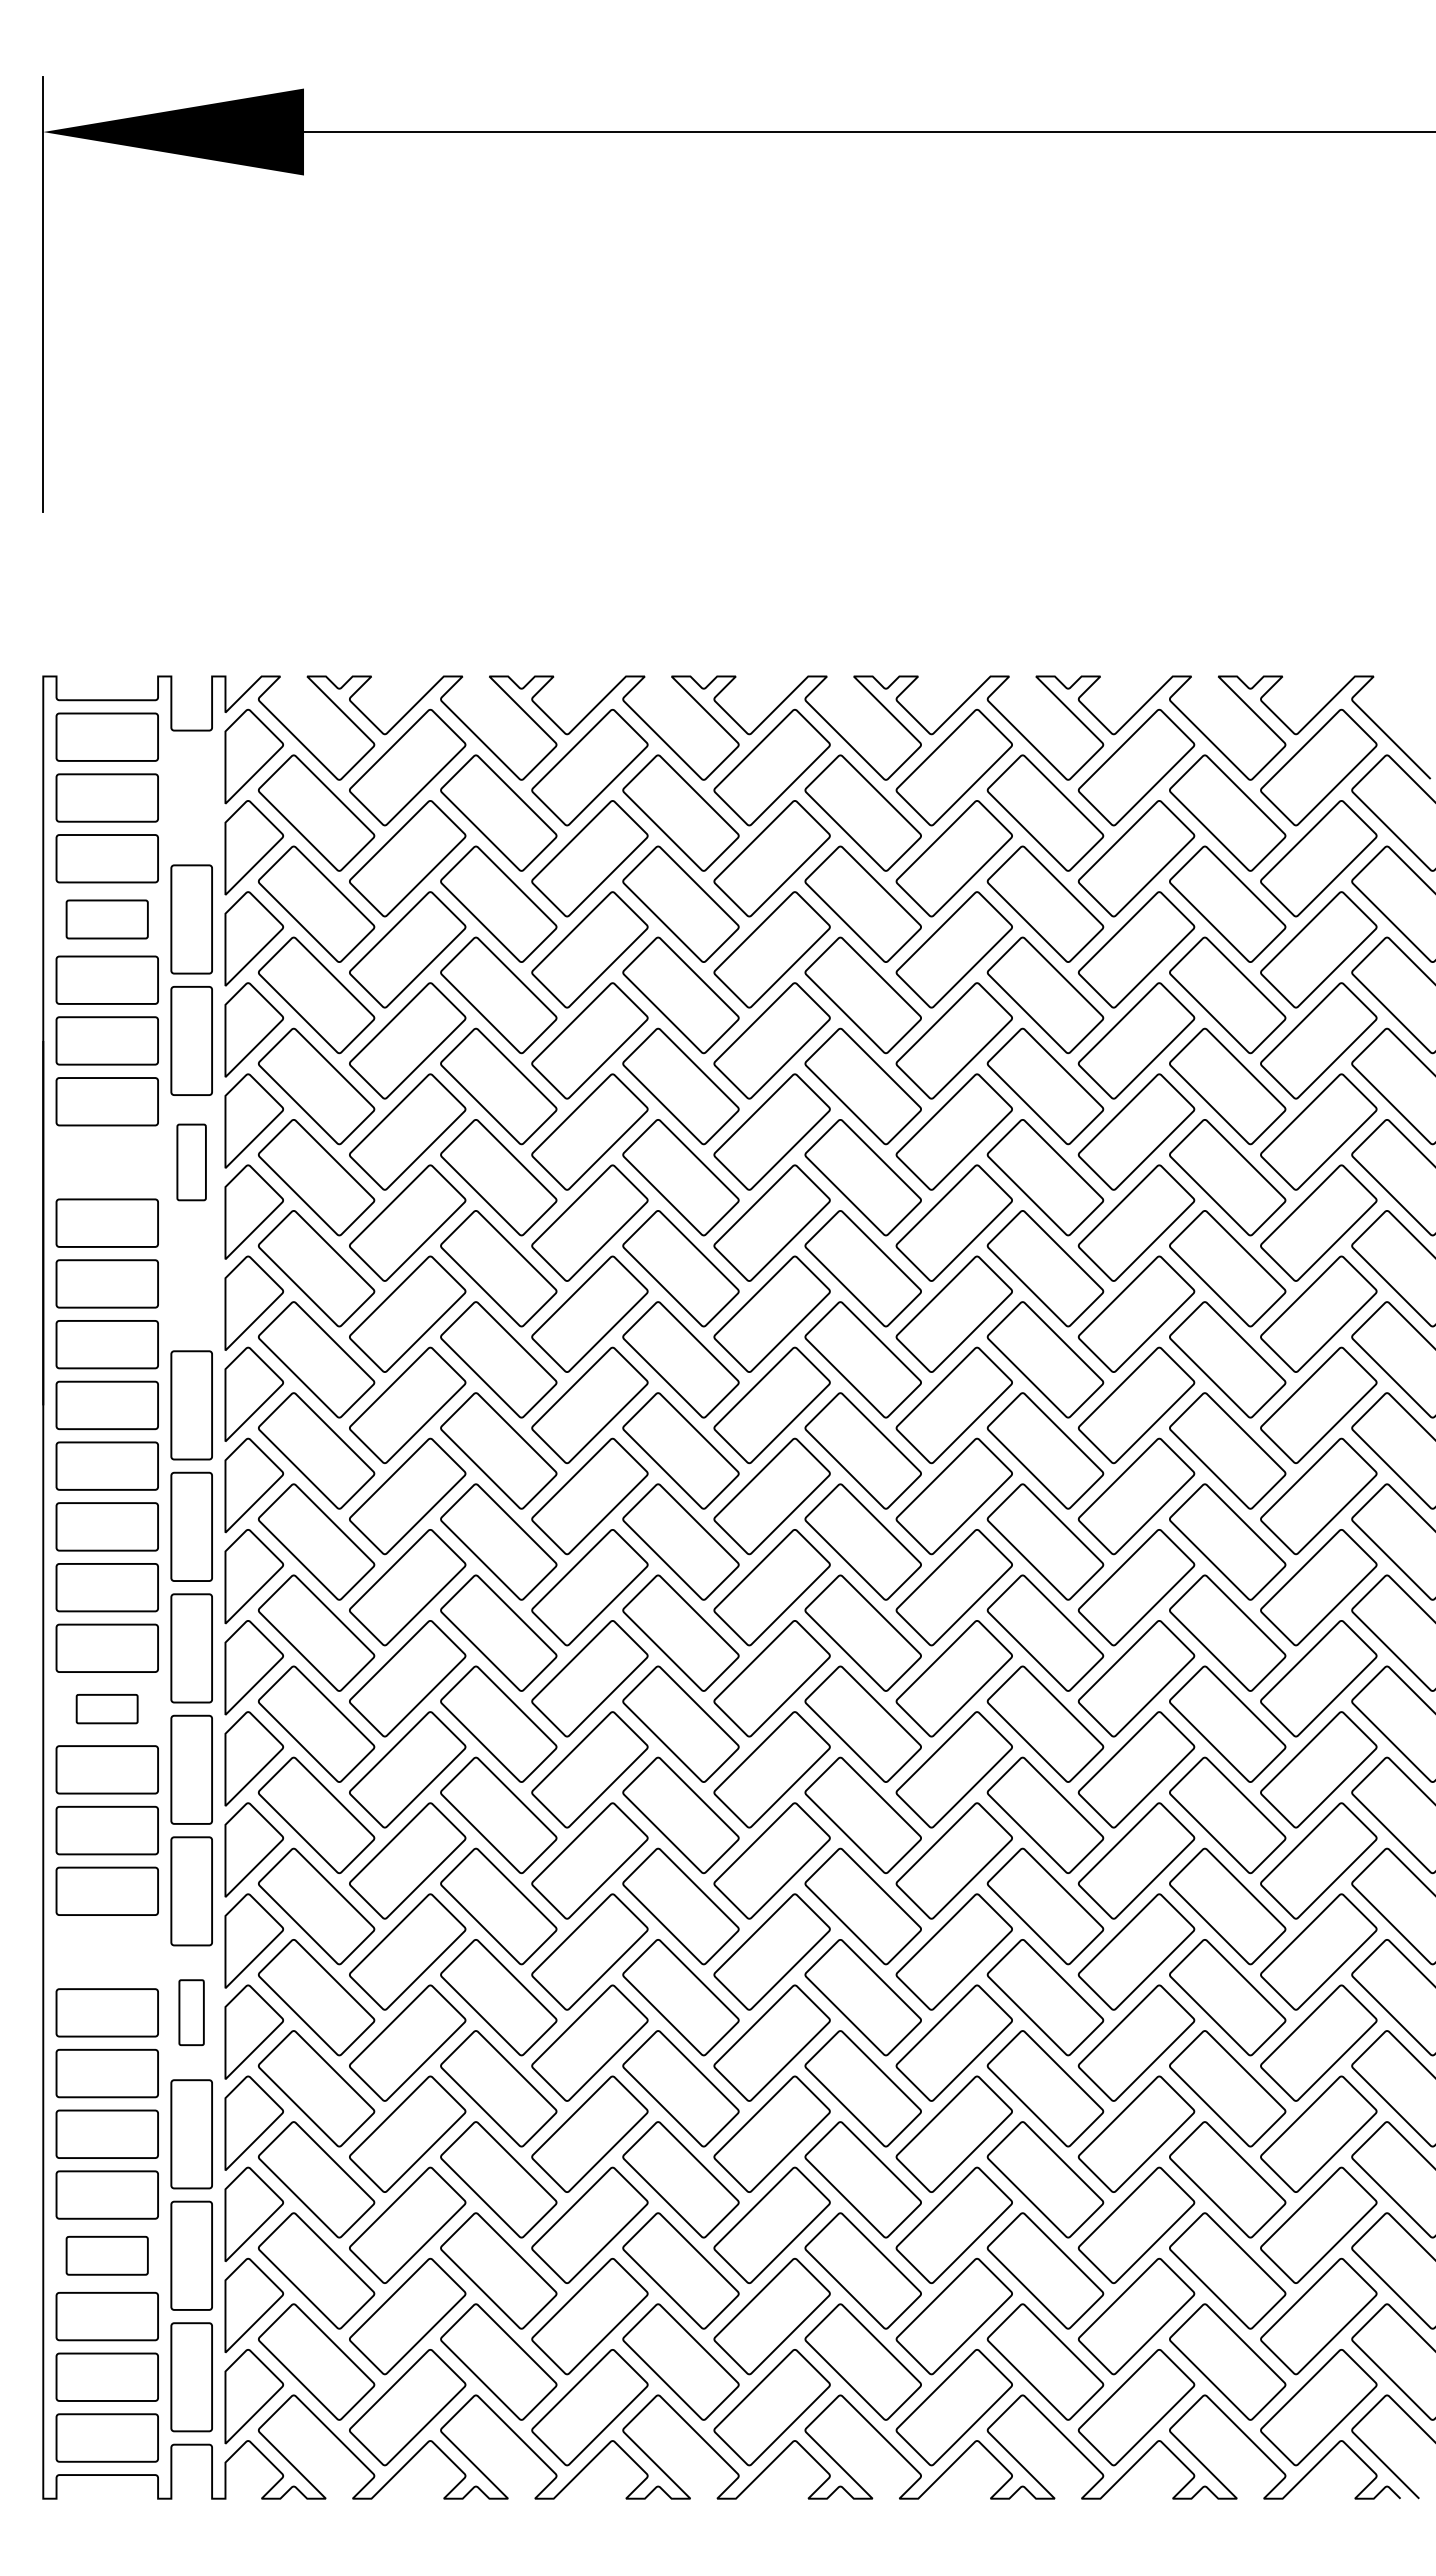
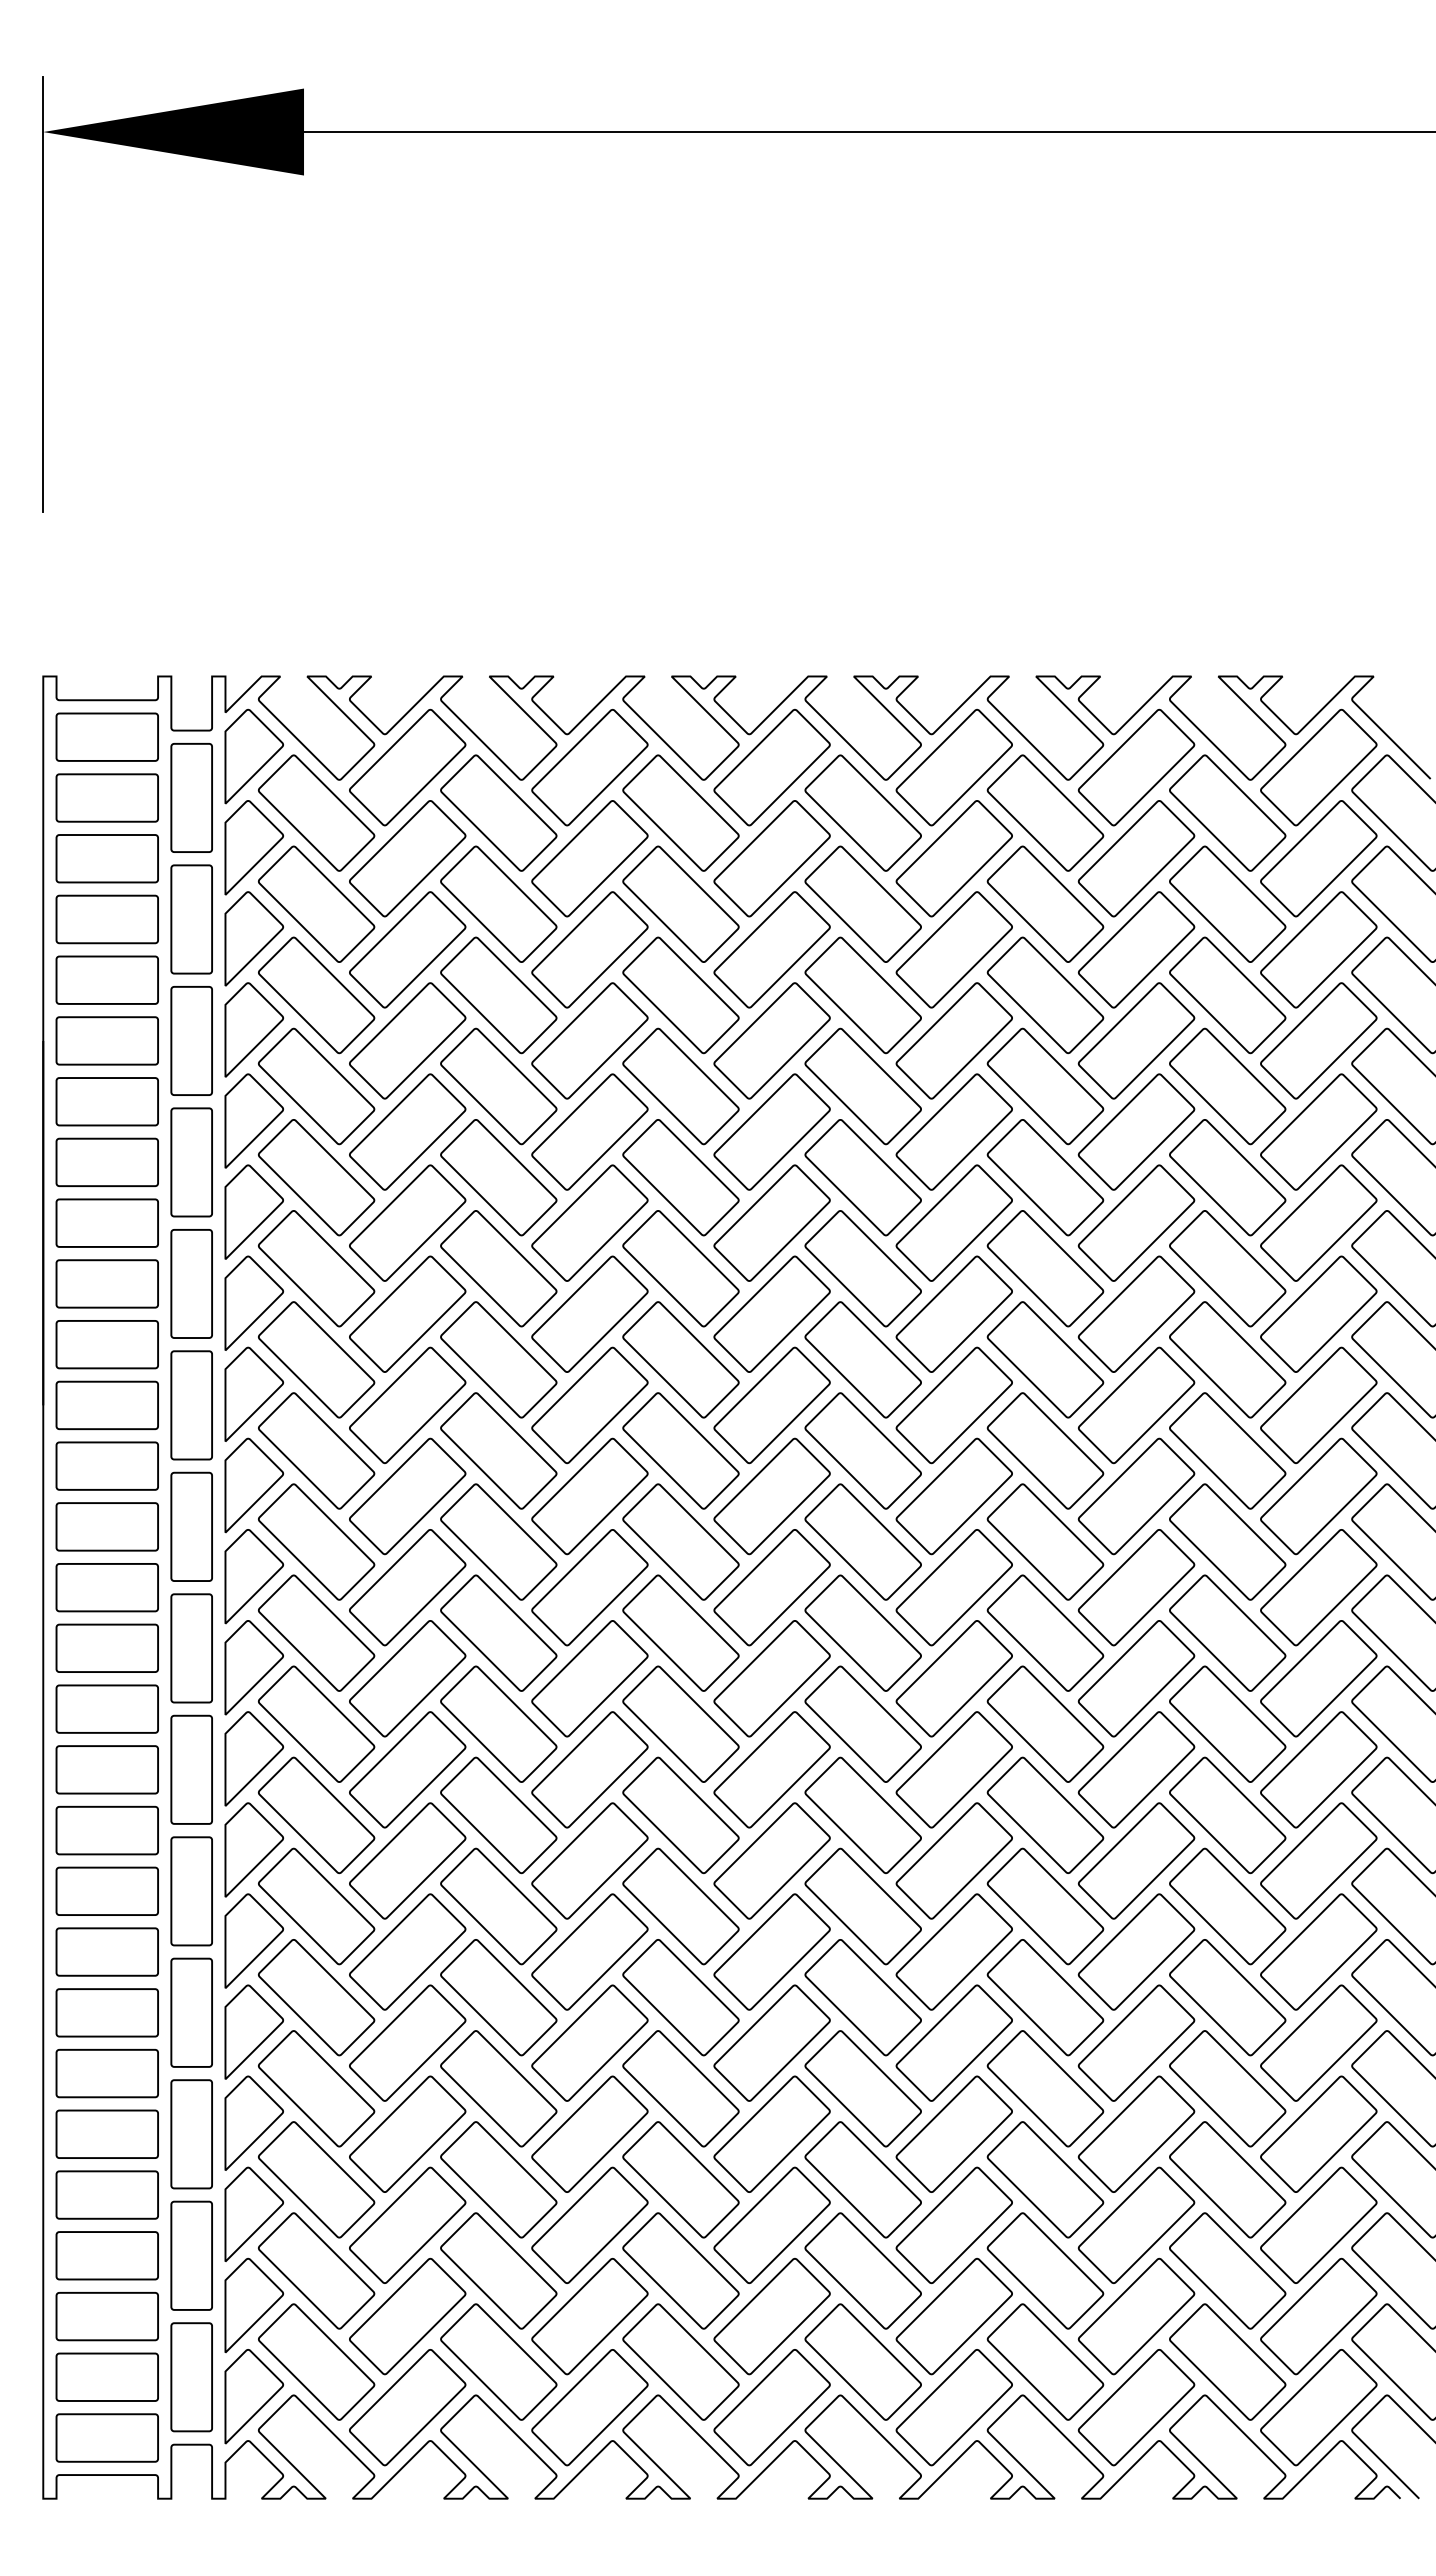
part at (191, 797): none -> present
part at (106, 919) size: 84x41 px -> 104x51 px
part at (106, 1161): none -> present
part at (191, 1162) size: 31x79 px -> 43x111 px
part at (191, 1283): none -> present
part at (106, 1709) size: 64x31 px -> 104x50 px
part at (106, 1951): none -> present
part at (191, 2012) size: 27x67 px -> 43x111 px
part at (106, 2255) size: 84x41 px -> 104x50 px
